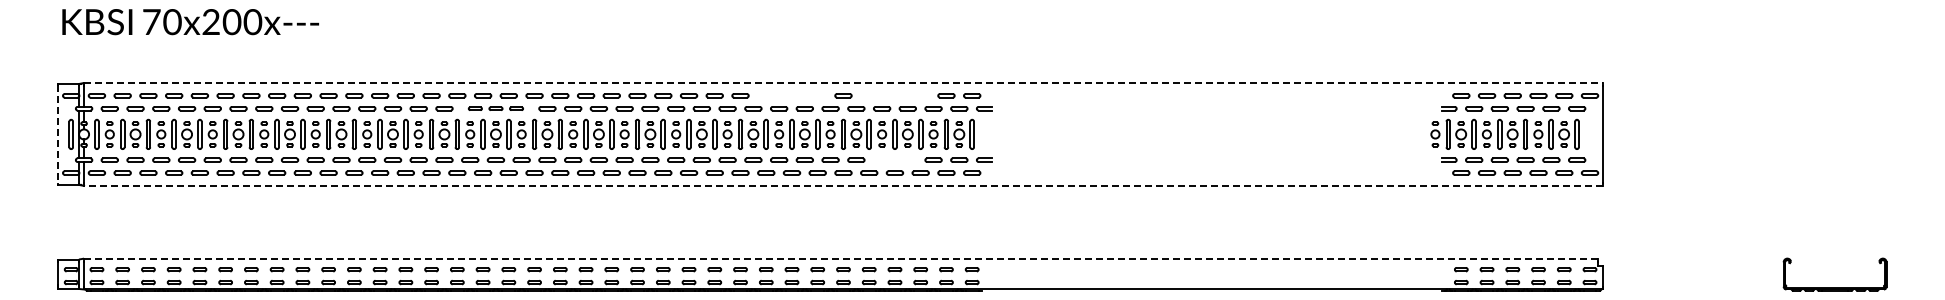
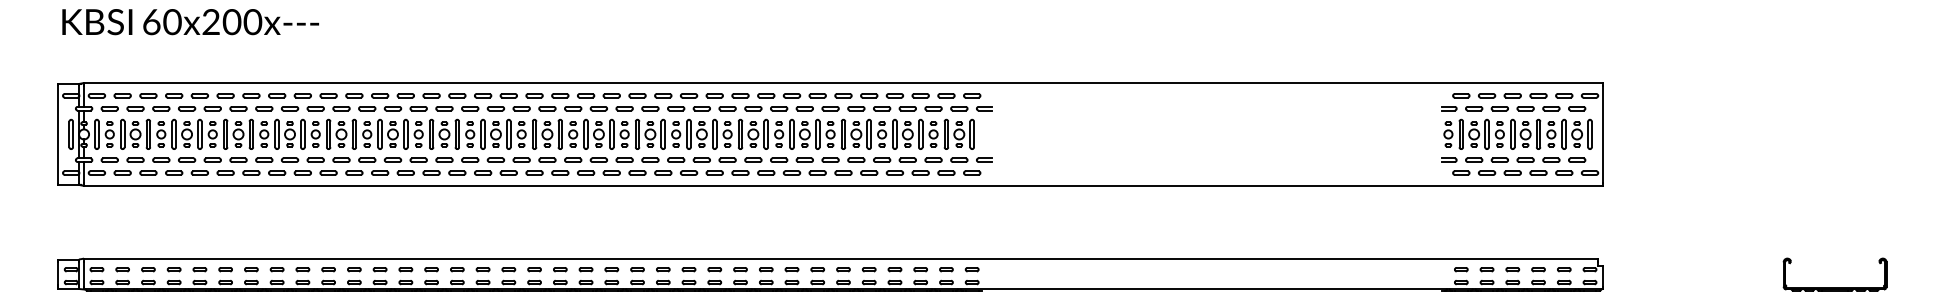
text at (151, 22): 70x200x--- -> 60x200x---
line at (843, 82): dashed -> solid
part at (791, 95): none -> present
part at (894, 95): none -> present
part at (495, 108) size: 57x5 px -> 70x6 px
part at (1504, 133) position: (1504, 133) -> (1517, 133)
line at (58, 134): dashed -> solid
part at (894, 159): none -> present
line at (842, 185): dashed -> solid
line at (840, 258): dashed -> solid
